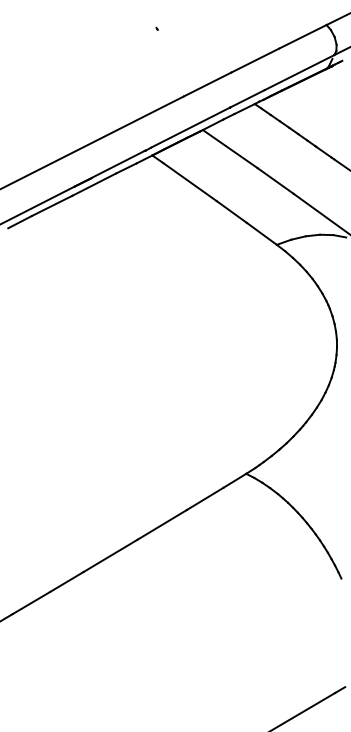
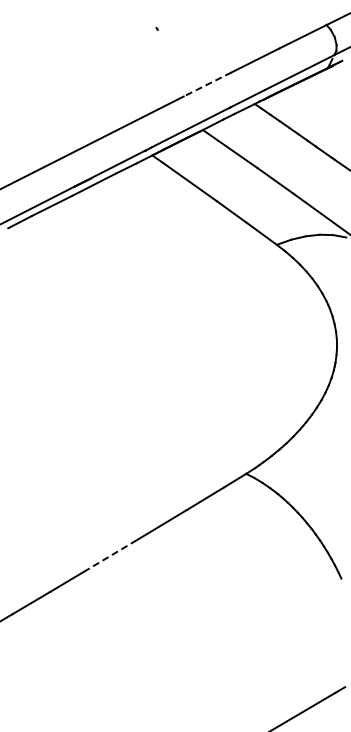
line at (207, 84): solid -> dashed
line at (111, 555): solid -> dashed
